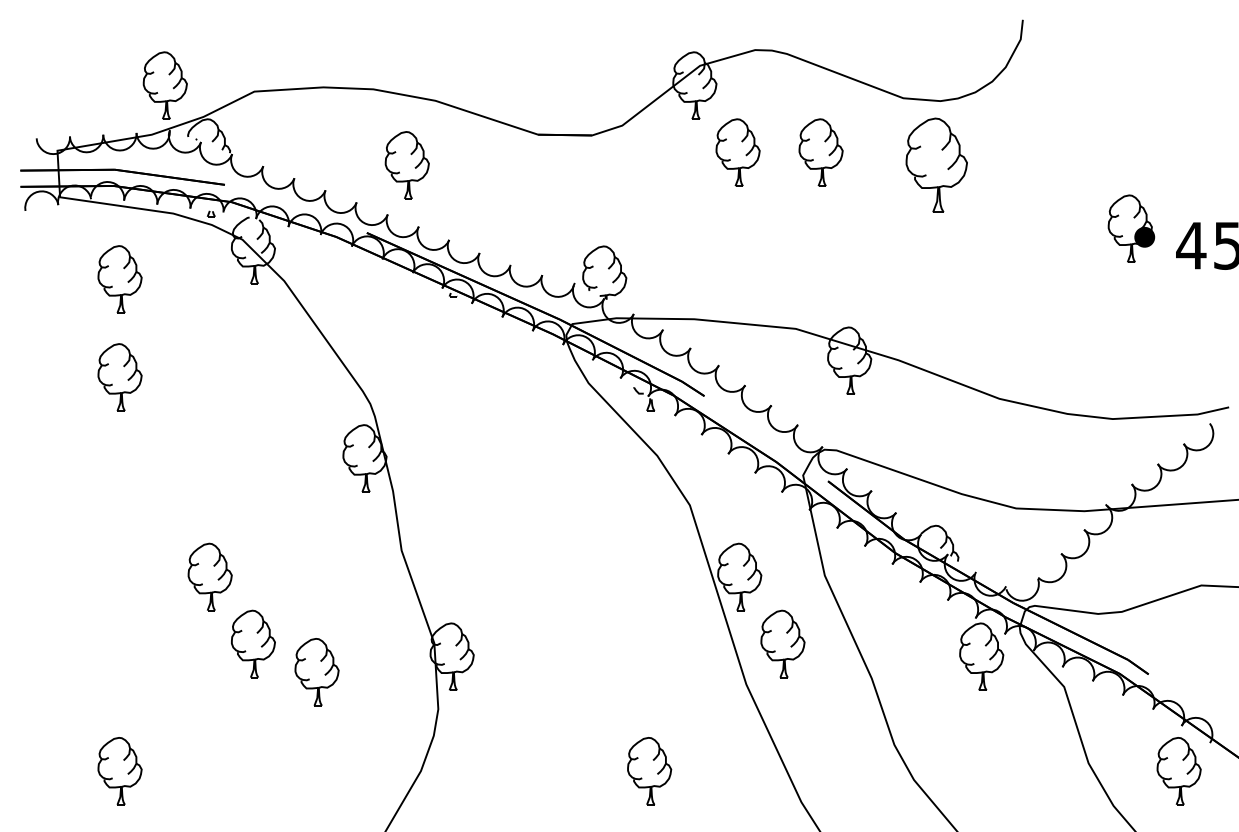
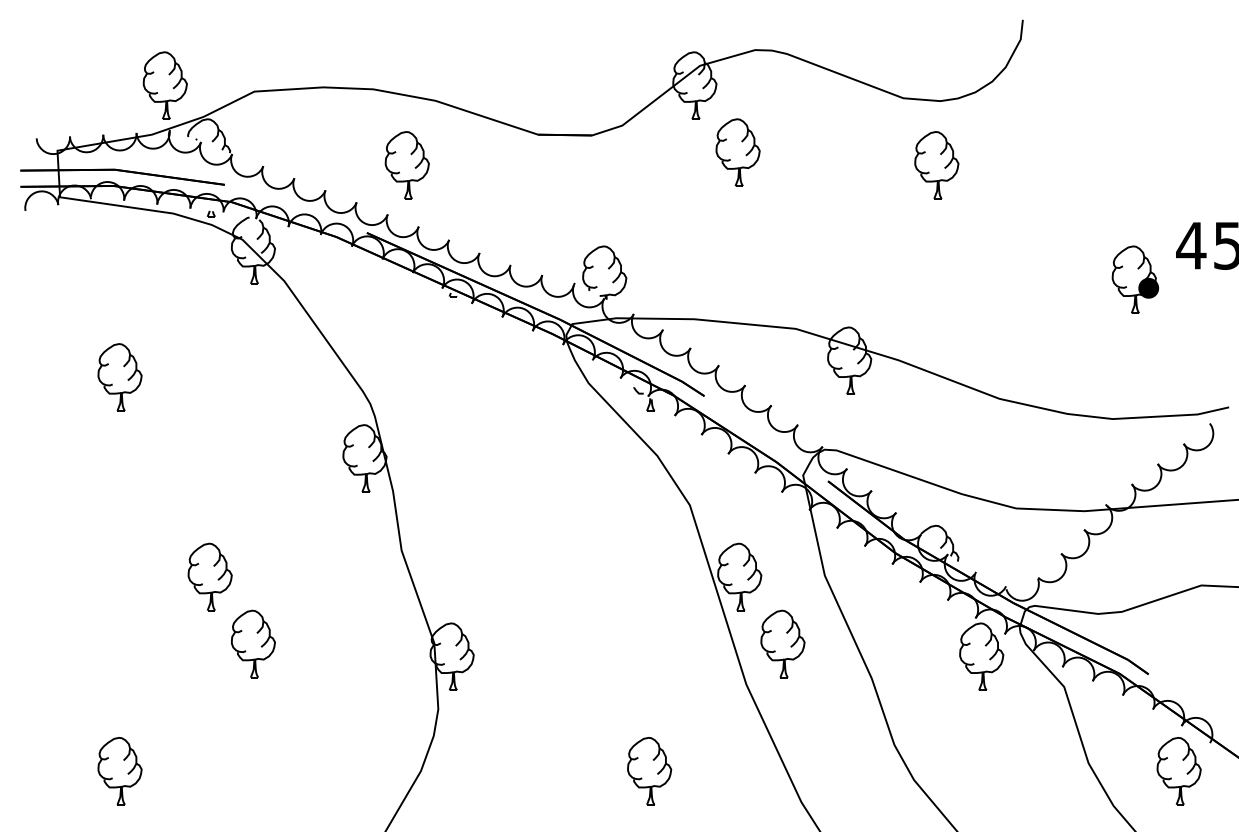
part at (820, 152): present -> none
part at (936, 164) size: 63x96 px -> 46x69 px
part at (1131, 228) position: (1131, 228) -> (1135, 279)
part at (119, 279): present -> none
part at (316, 672): present -> none
